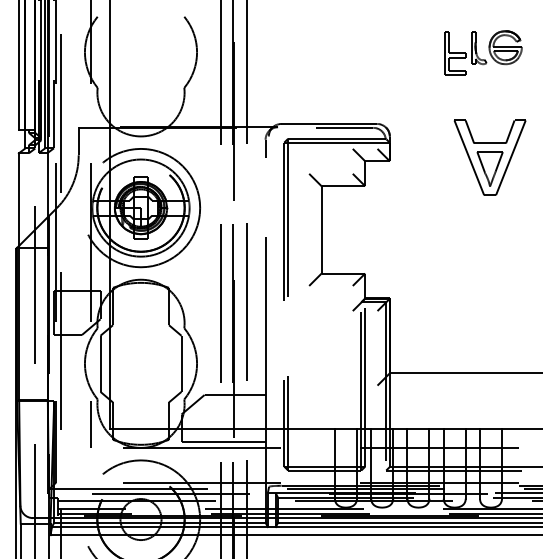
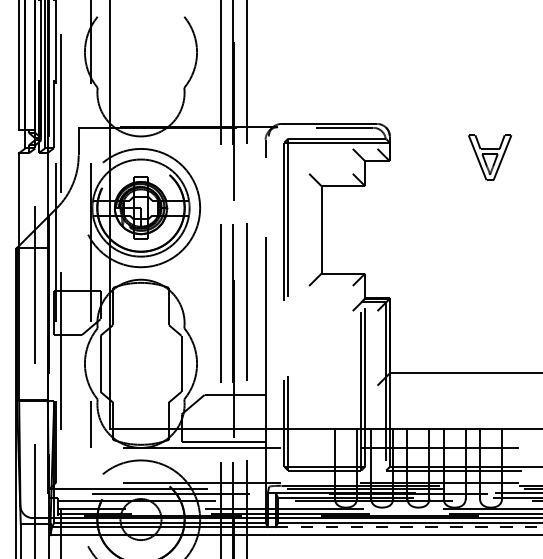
part at (483, 52): present -> none
part at (489, 157) size: 74x77 px -> 45x47 px
line at (409, 527): solid -> dashed
